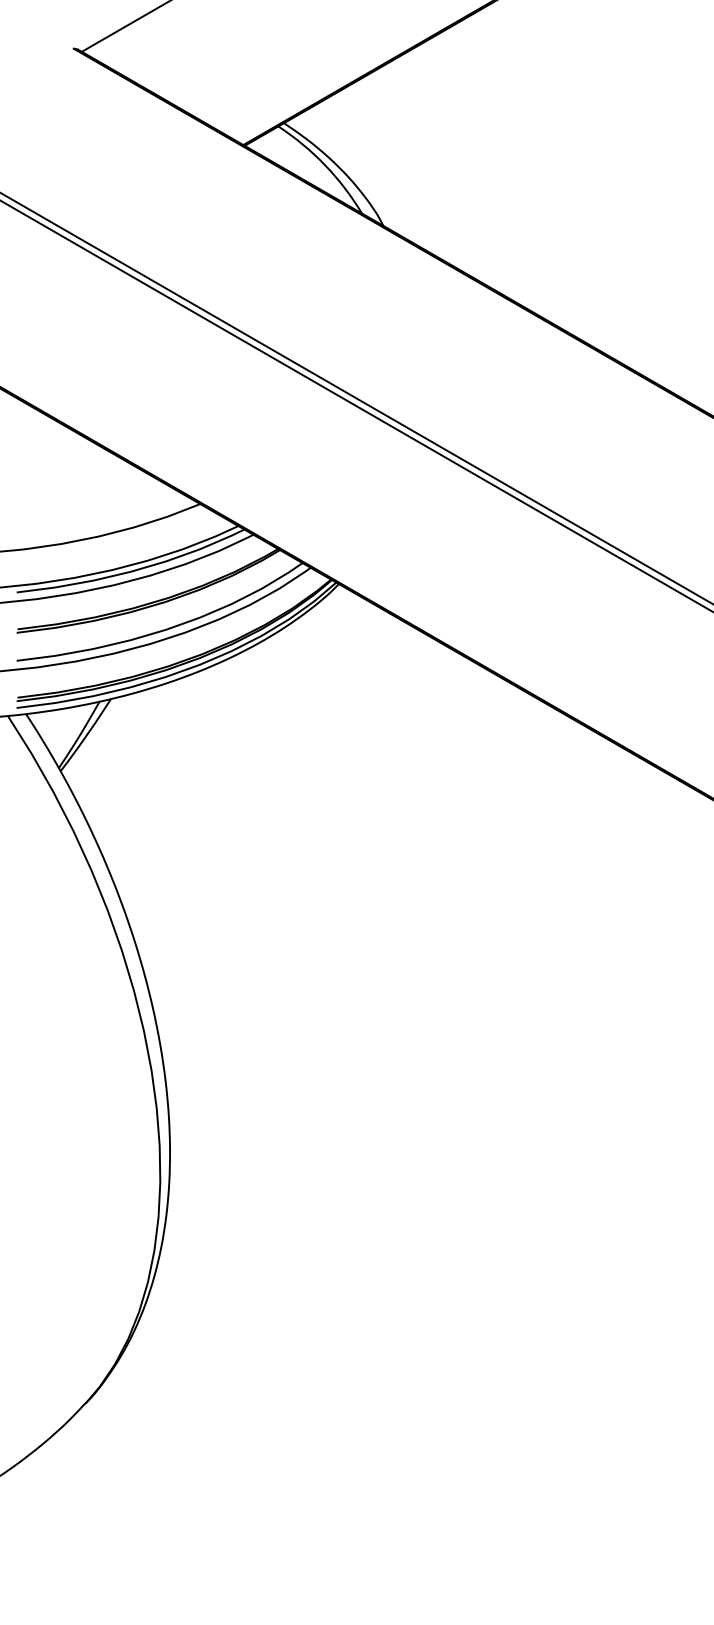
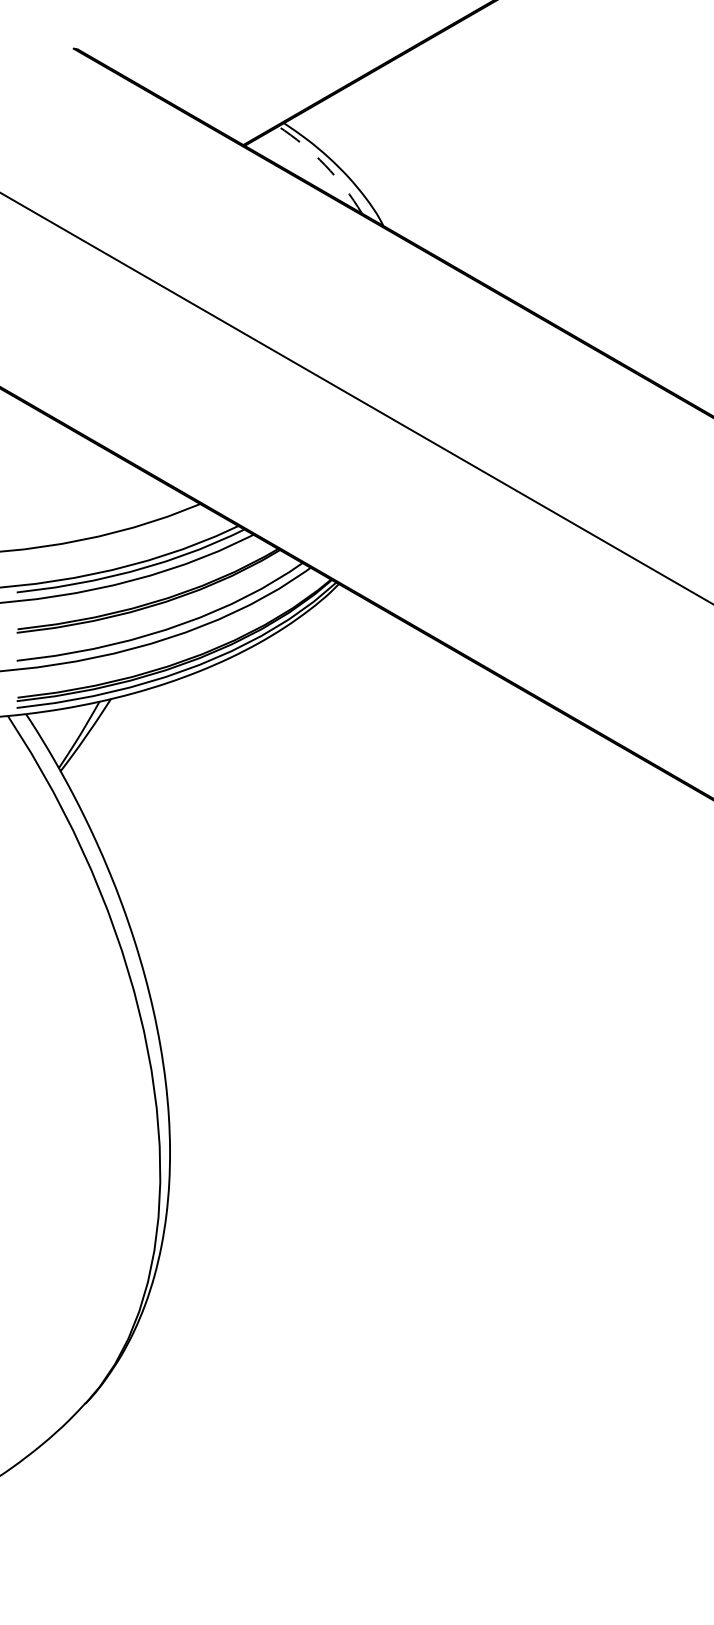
line at (124, 26): present -> none
arc at (325, 165): solid -> dashed
line at (356, 405): present -> none
